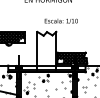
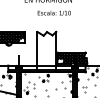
text at (60, 20) position: (60, 20) -> (53, 12)
